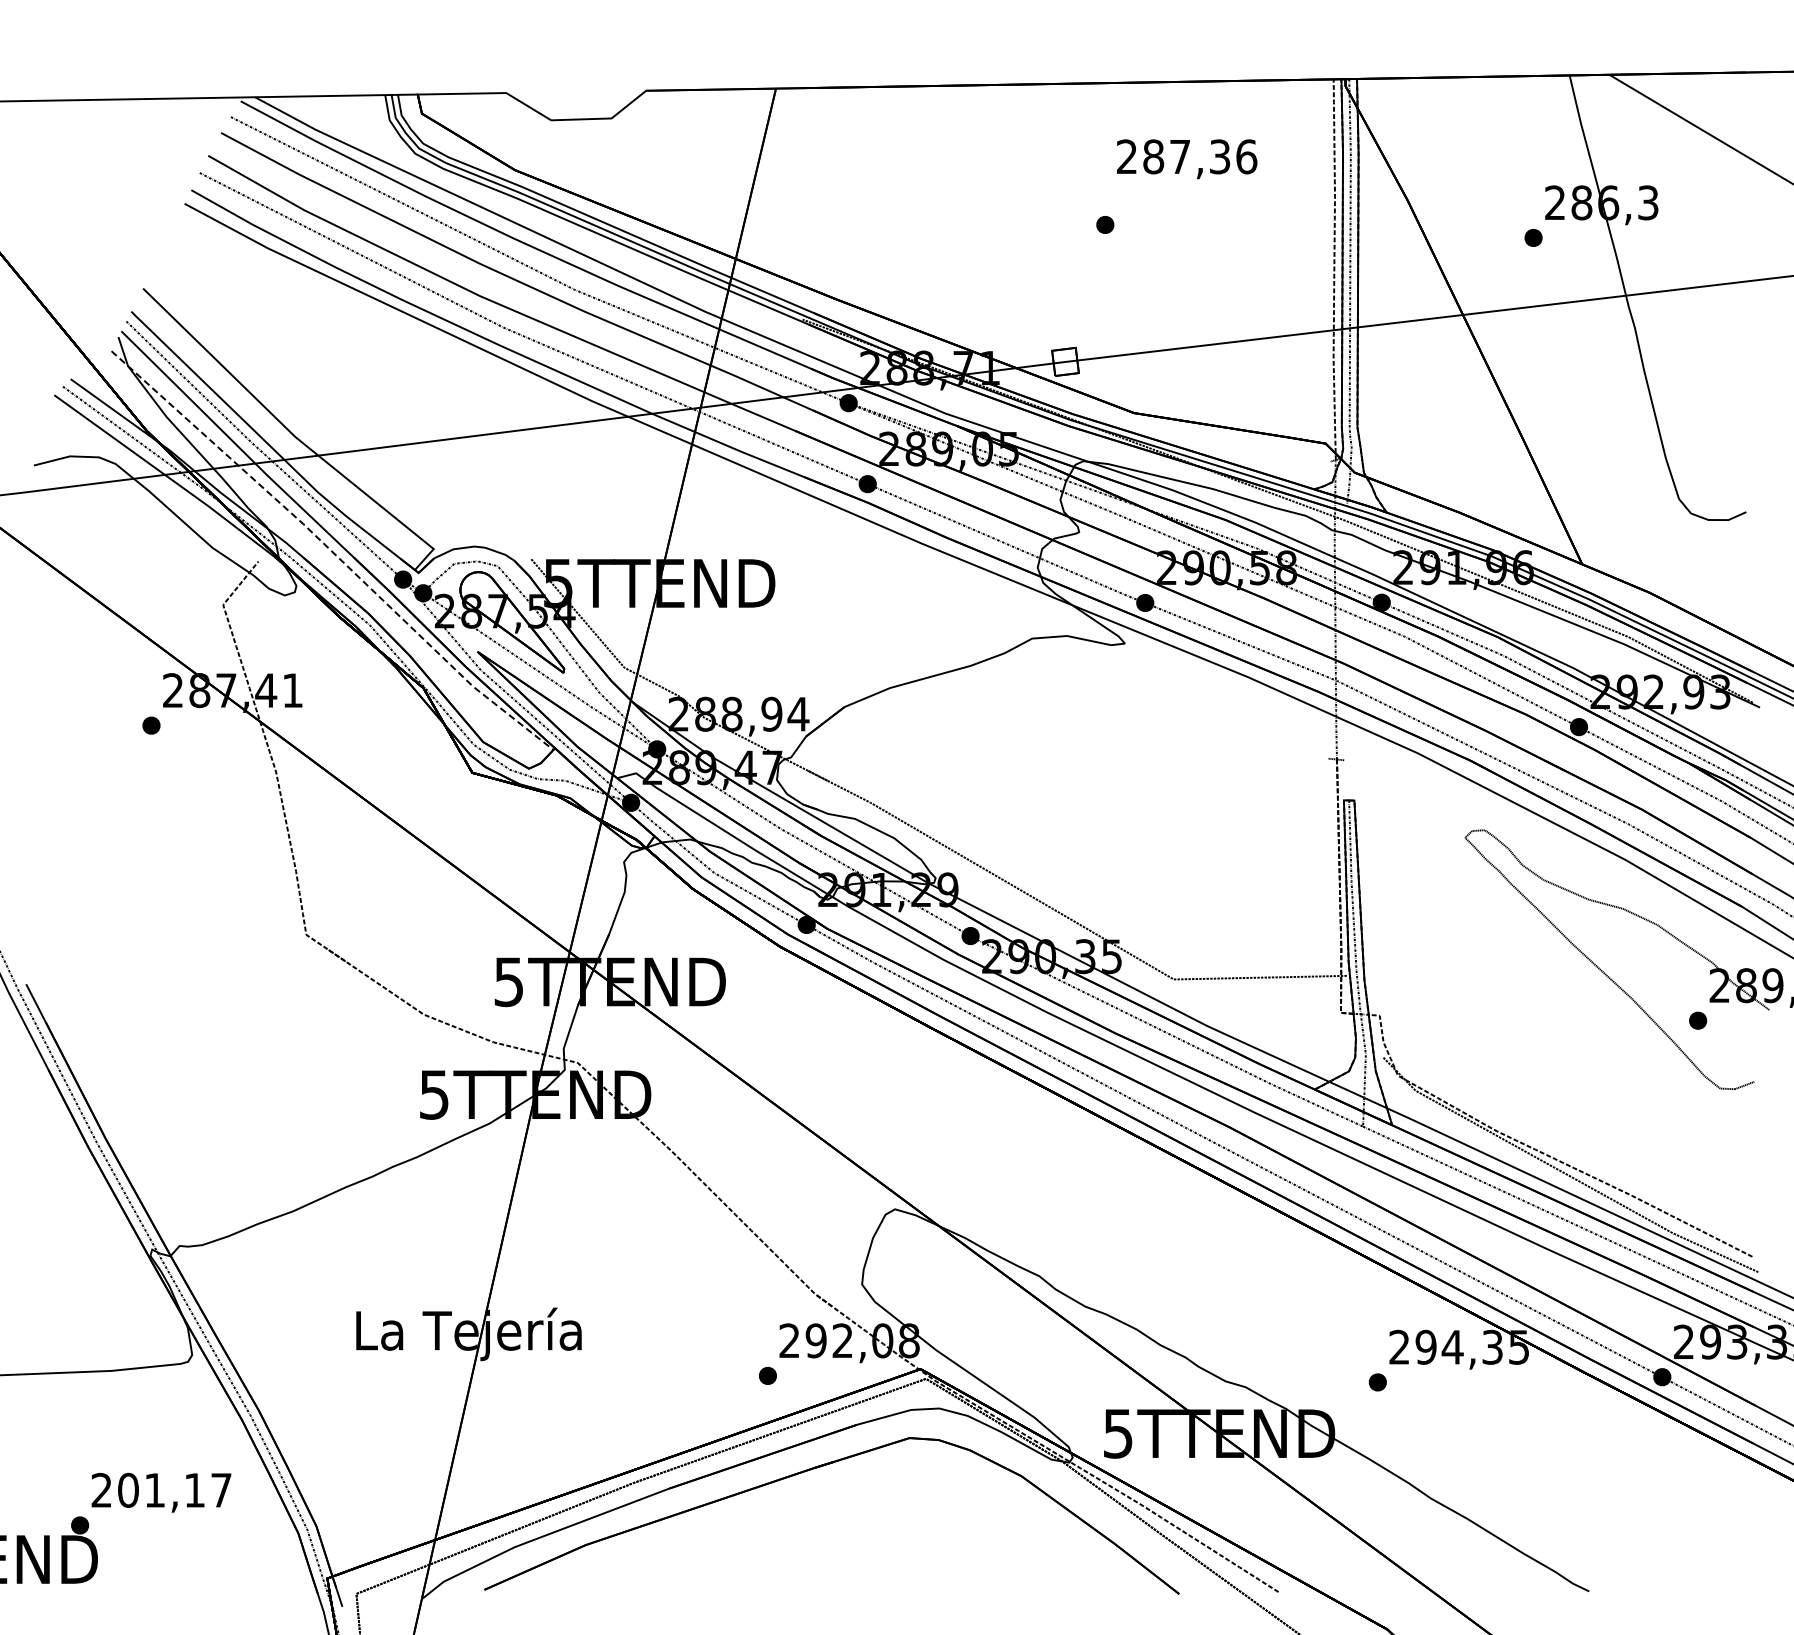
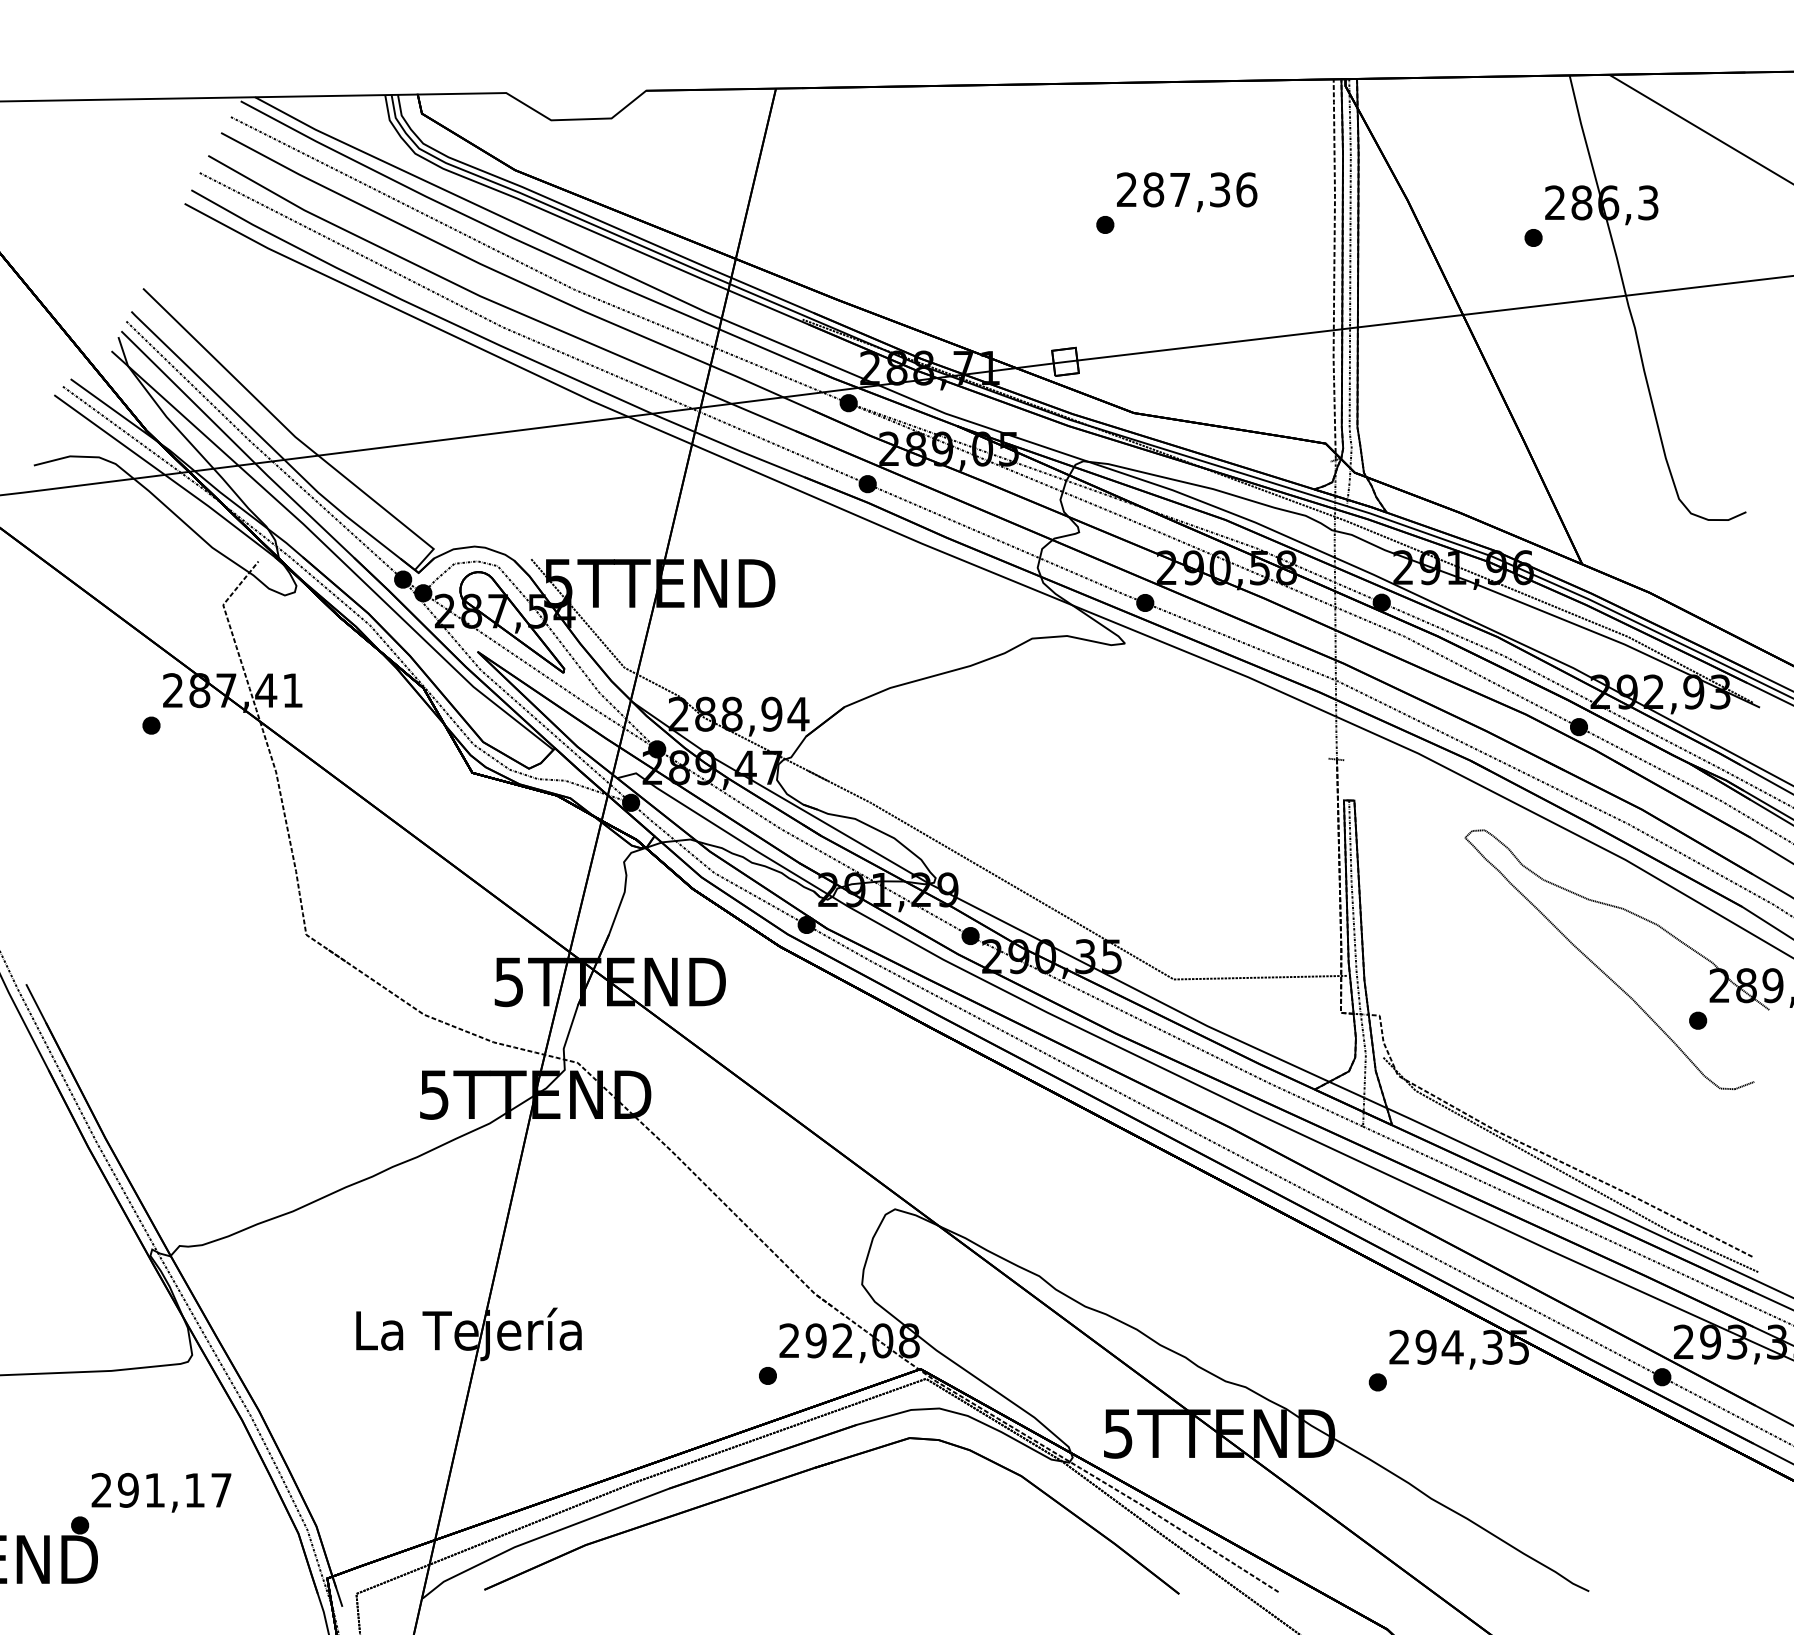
text at (1187, 159) position: (1187, 159) -> (1187, 192)
line at (332, 551): dashed -> solid
text at (127, 1490): 201,17 -> 291,17
